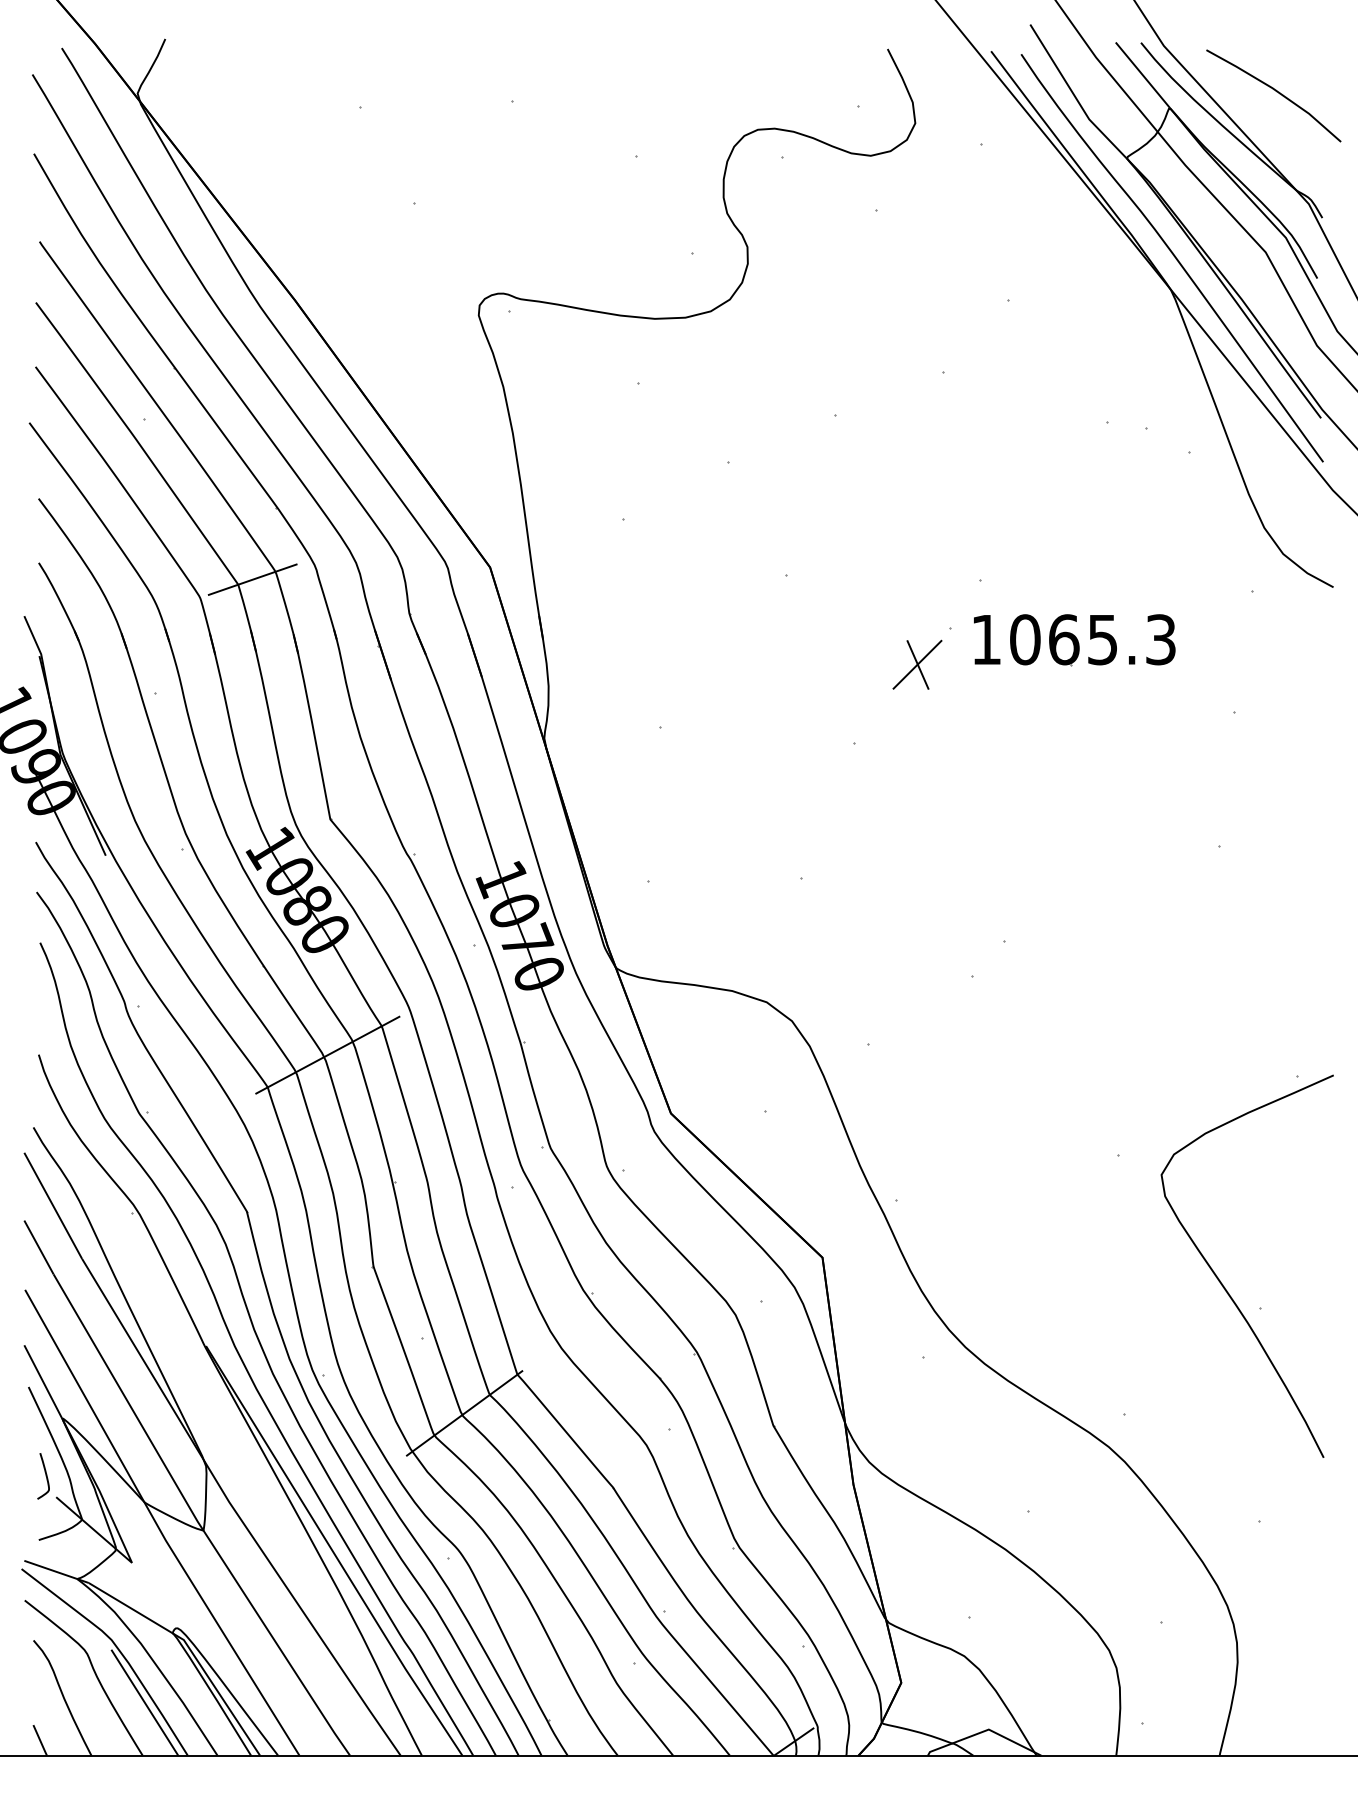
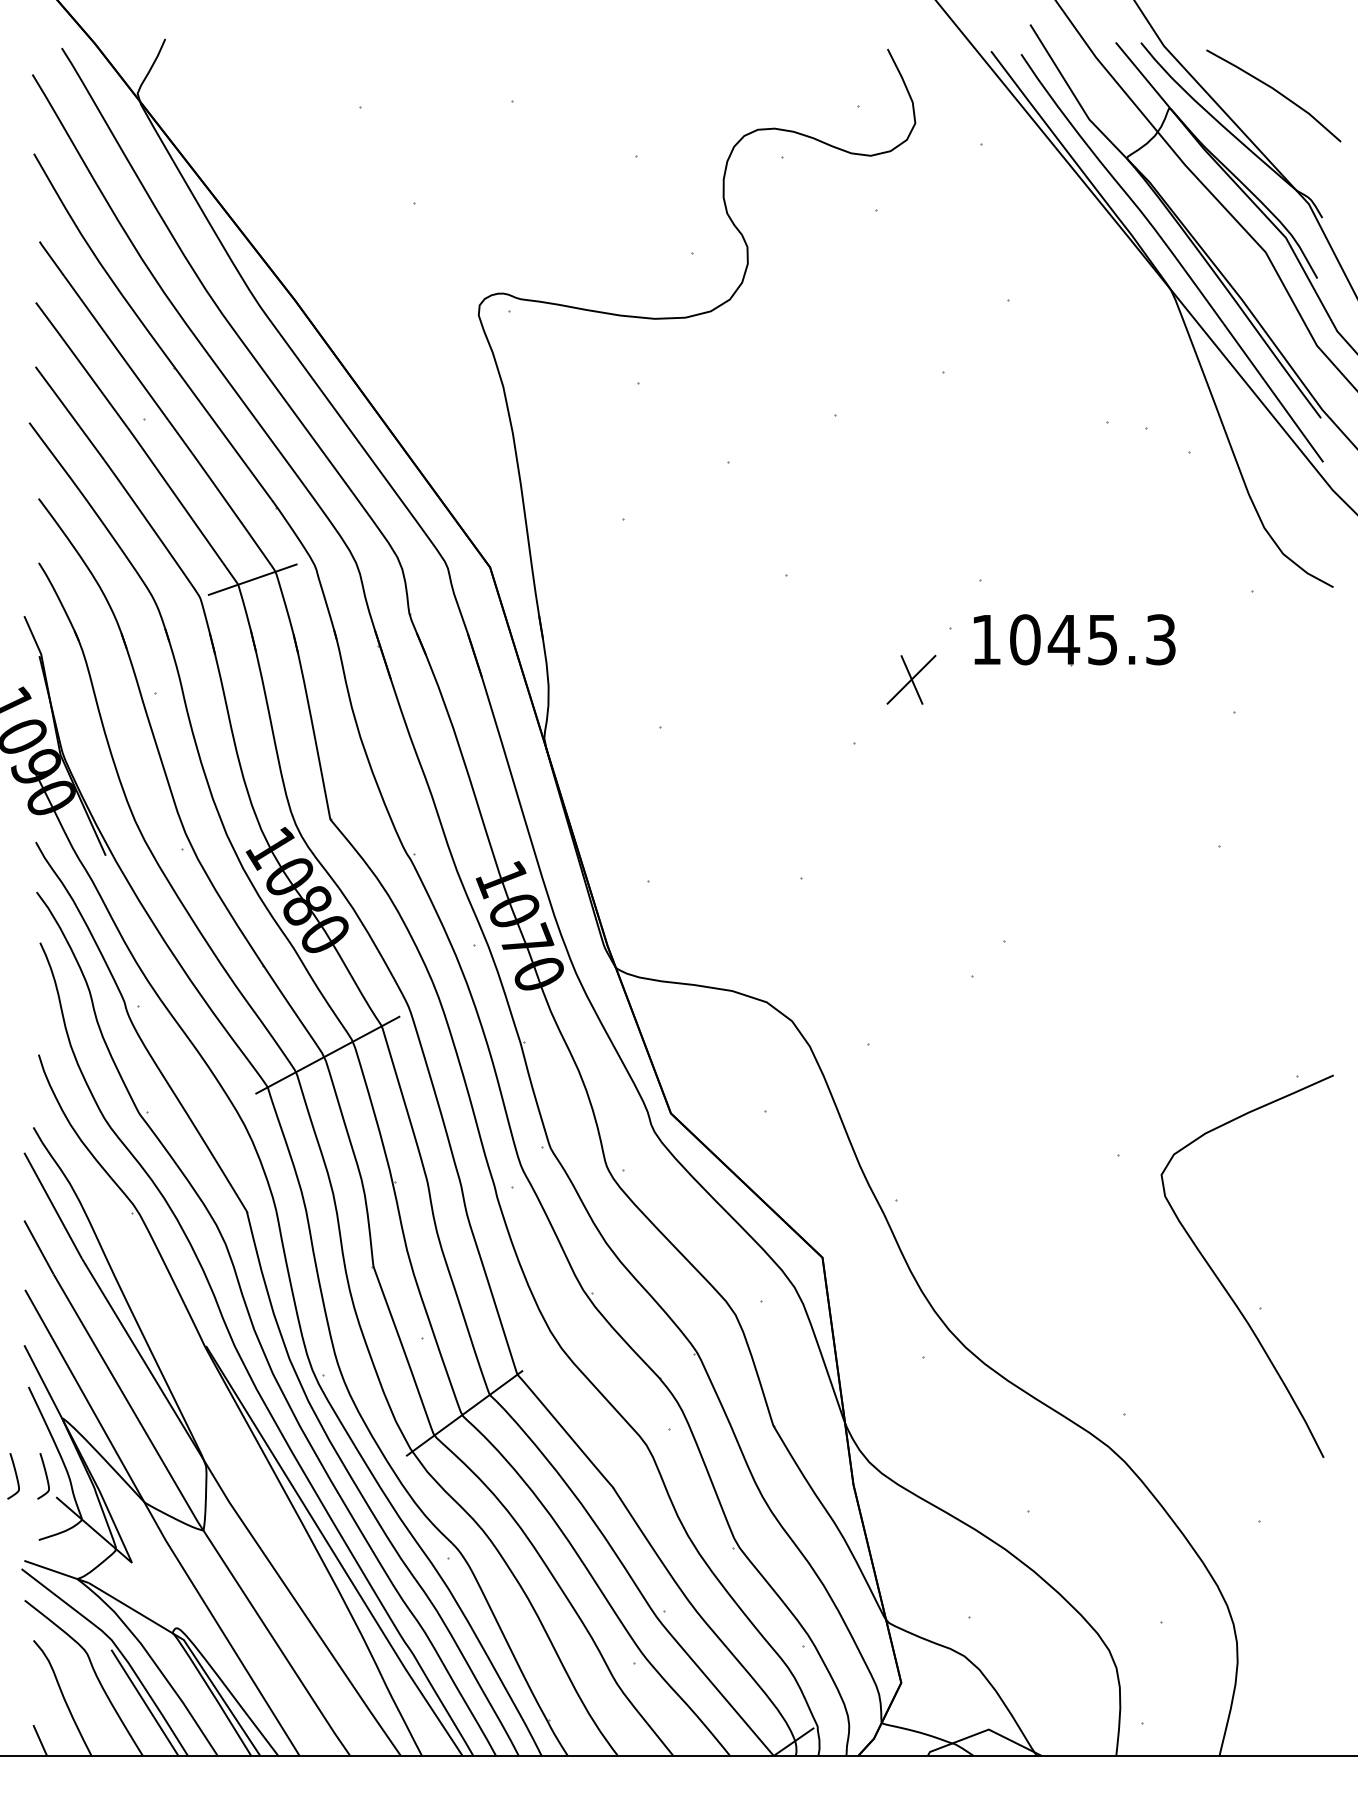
text at (1063, 639): 1065.3 -> 1045.3
part at (917, 664) position: (917, 664) -> (911, 679)
curve at (15, 1476): none -> present
